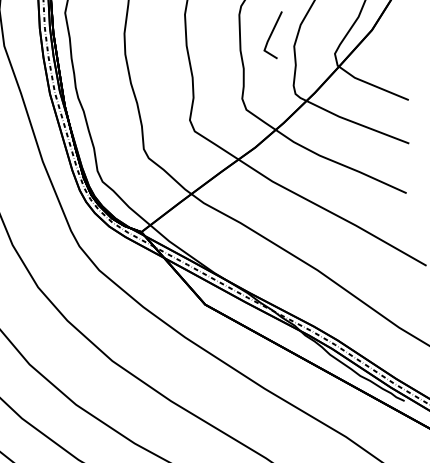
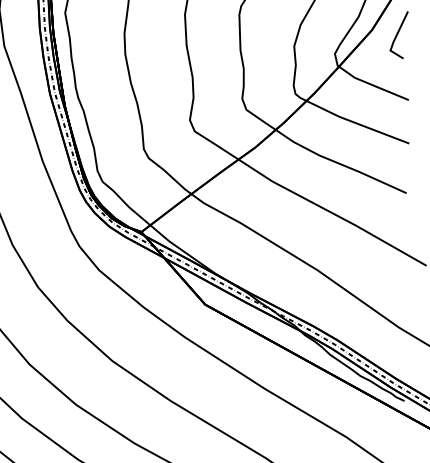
line at (272, 34) position: (272, 34) -> (398, 34)
